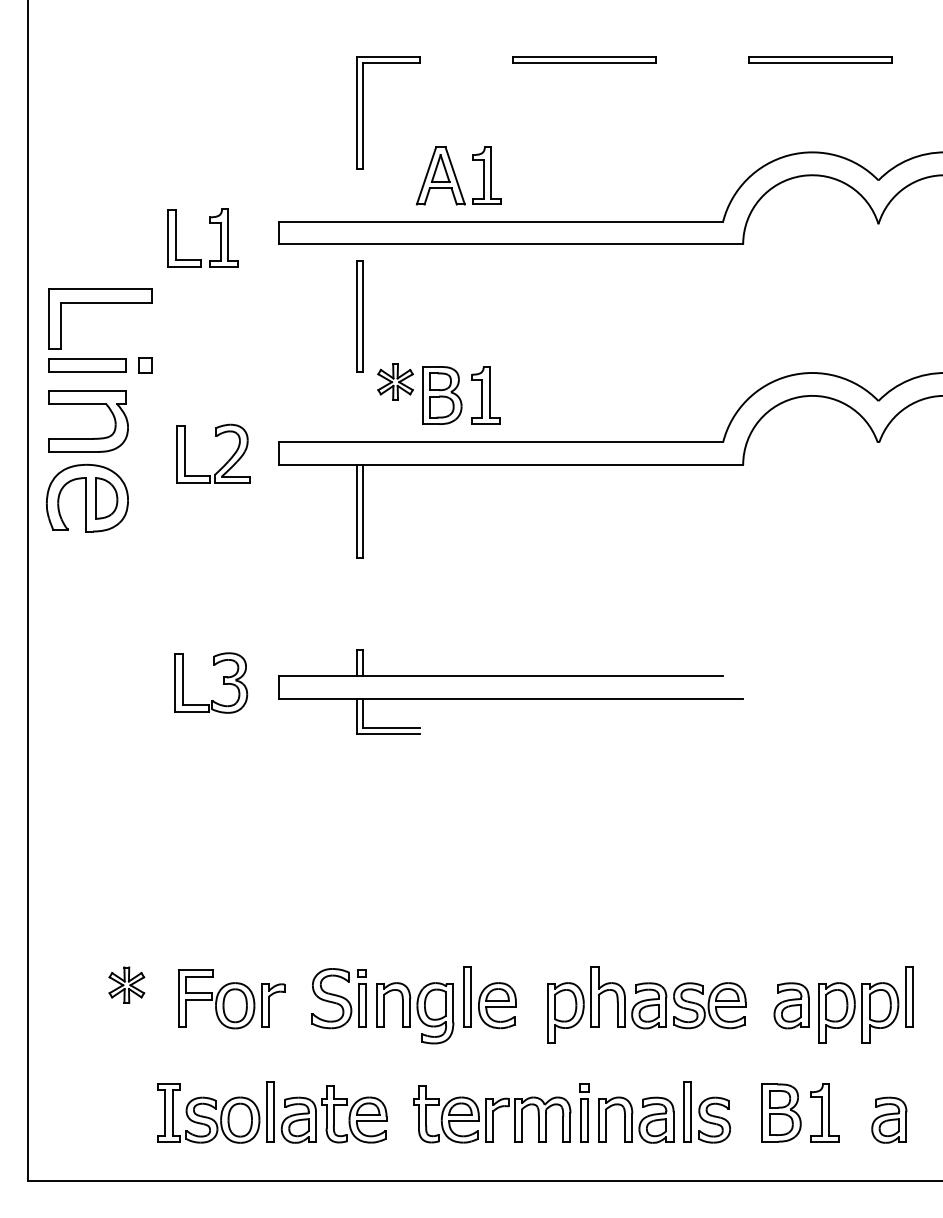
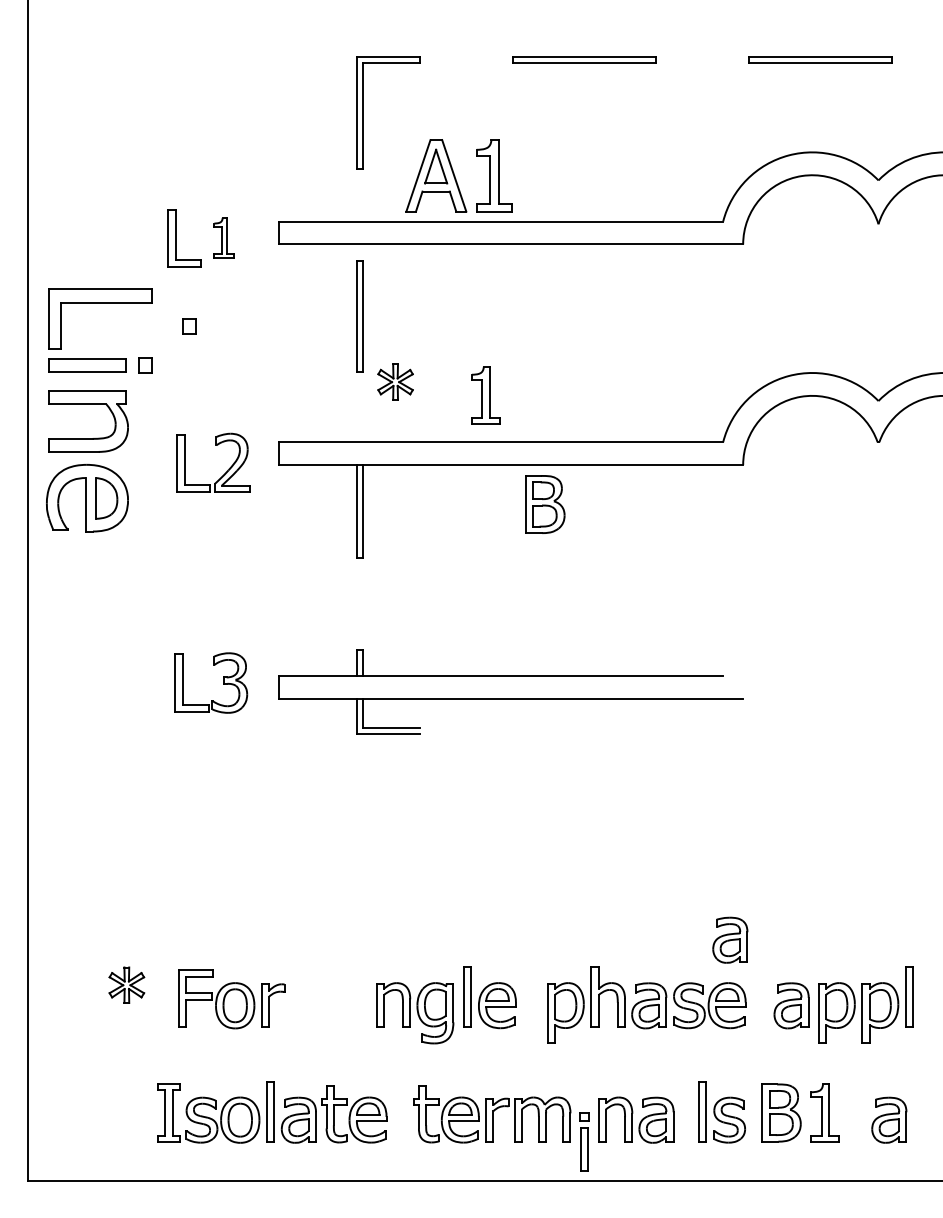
part at (458, 175) size: 86x60 px -> 108x74 px
part at (223, 237) size: 30x60 px -> 22x42 px
part at (189, 326): none -> present
part at (442, 395) position: (442, 395) -> (545, 504)
part at (224, 464) position: (224, 464) -> (224, 473)
part at (730, 939): none -> present
part at (338, 998): present -> none
part at (584, 1112) position: (584, 1112) -> (584, 1141)
part at (706, 1112) position: (706, 1112) -> (721, 1112)
